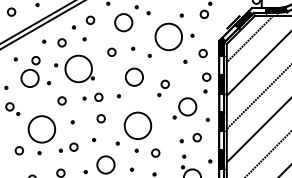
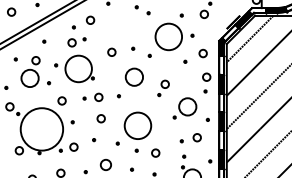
circle at (123, 22): present -> none
circle at (61, 42) position: (61, 42) -> (71, 42)
circle at (41, 129) diameter: 27 px -> 42 px
circle at (105, 164) size: 20x20 px -> 13x12 px
